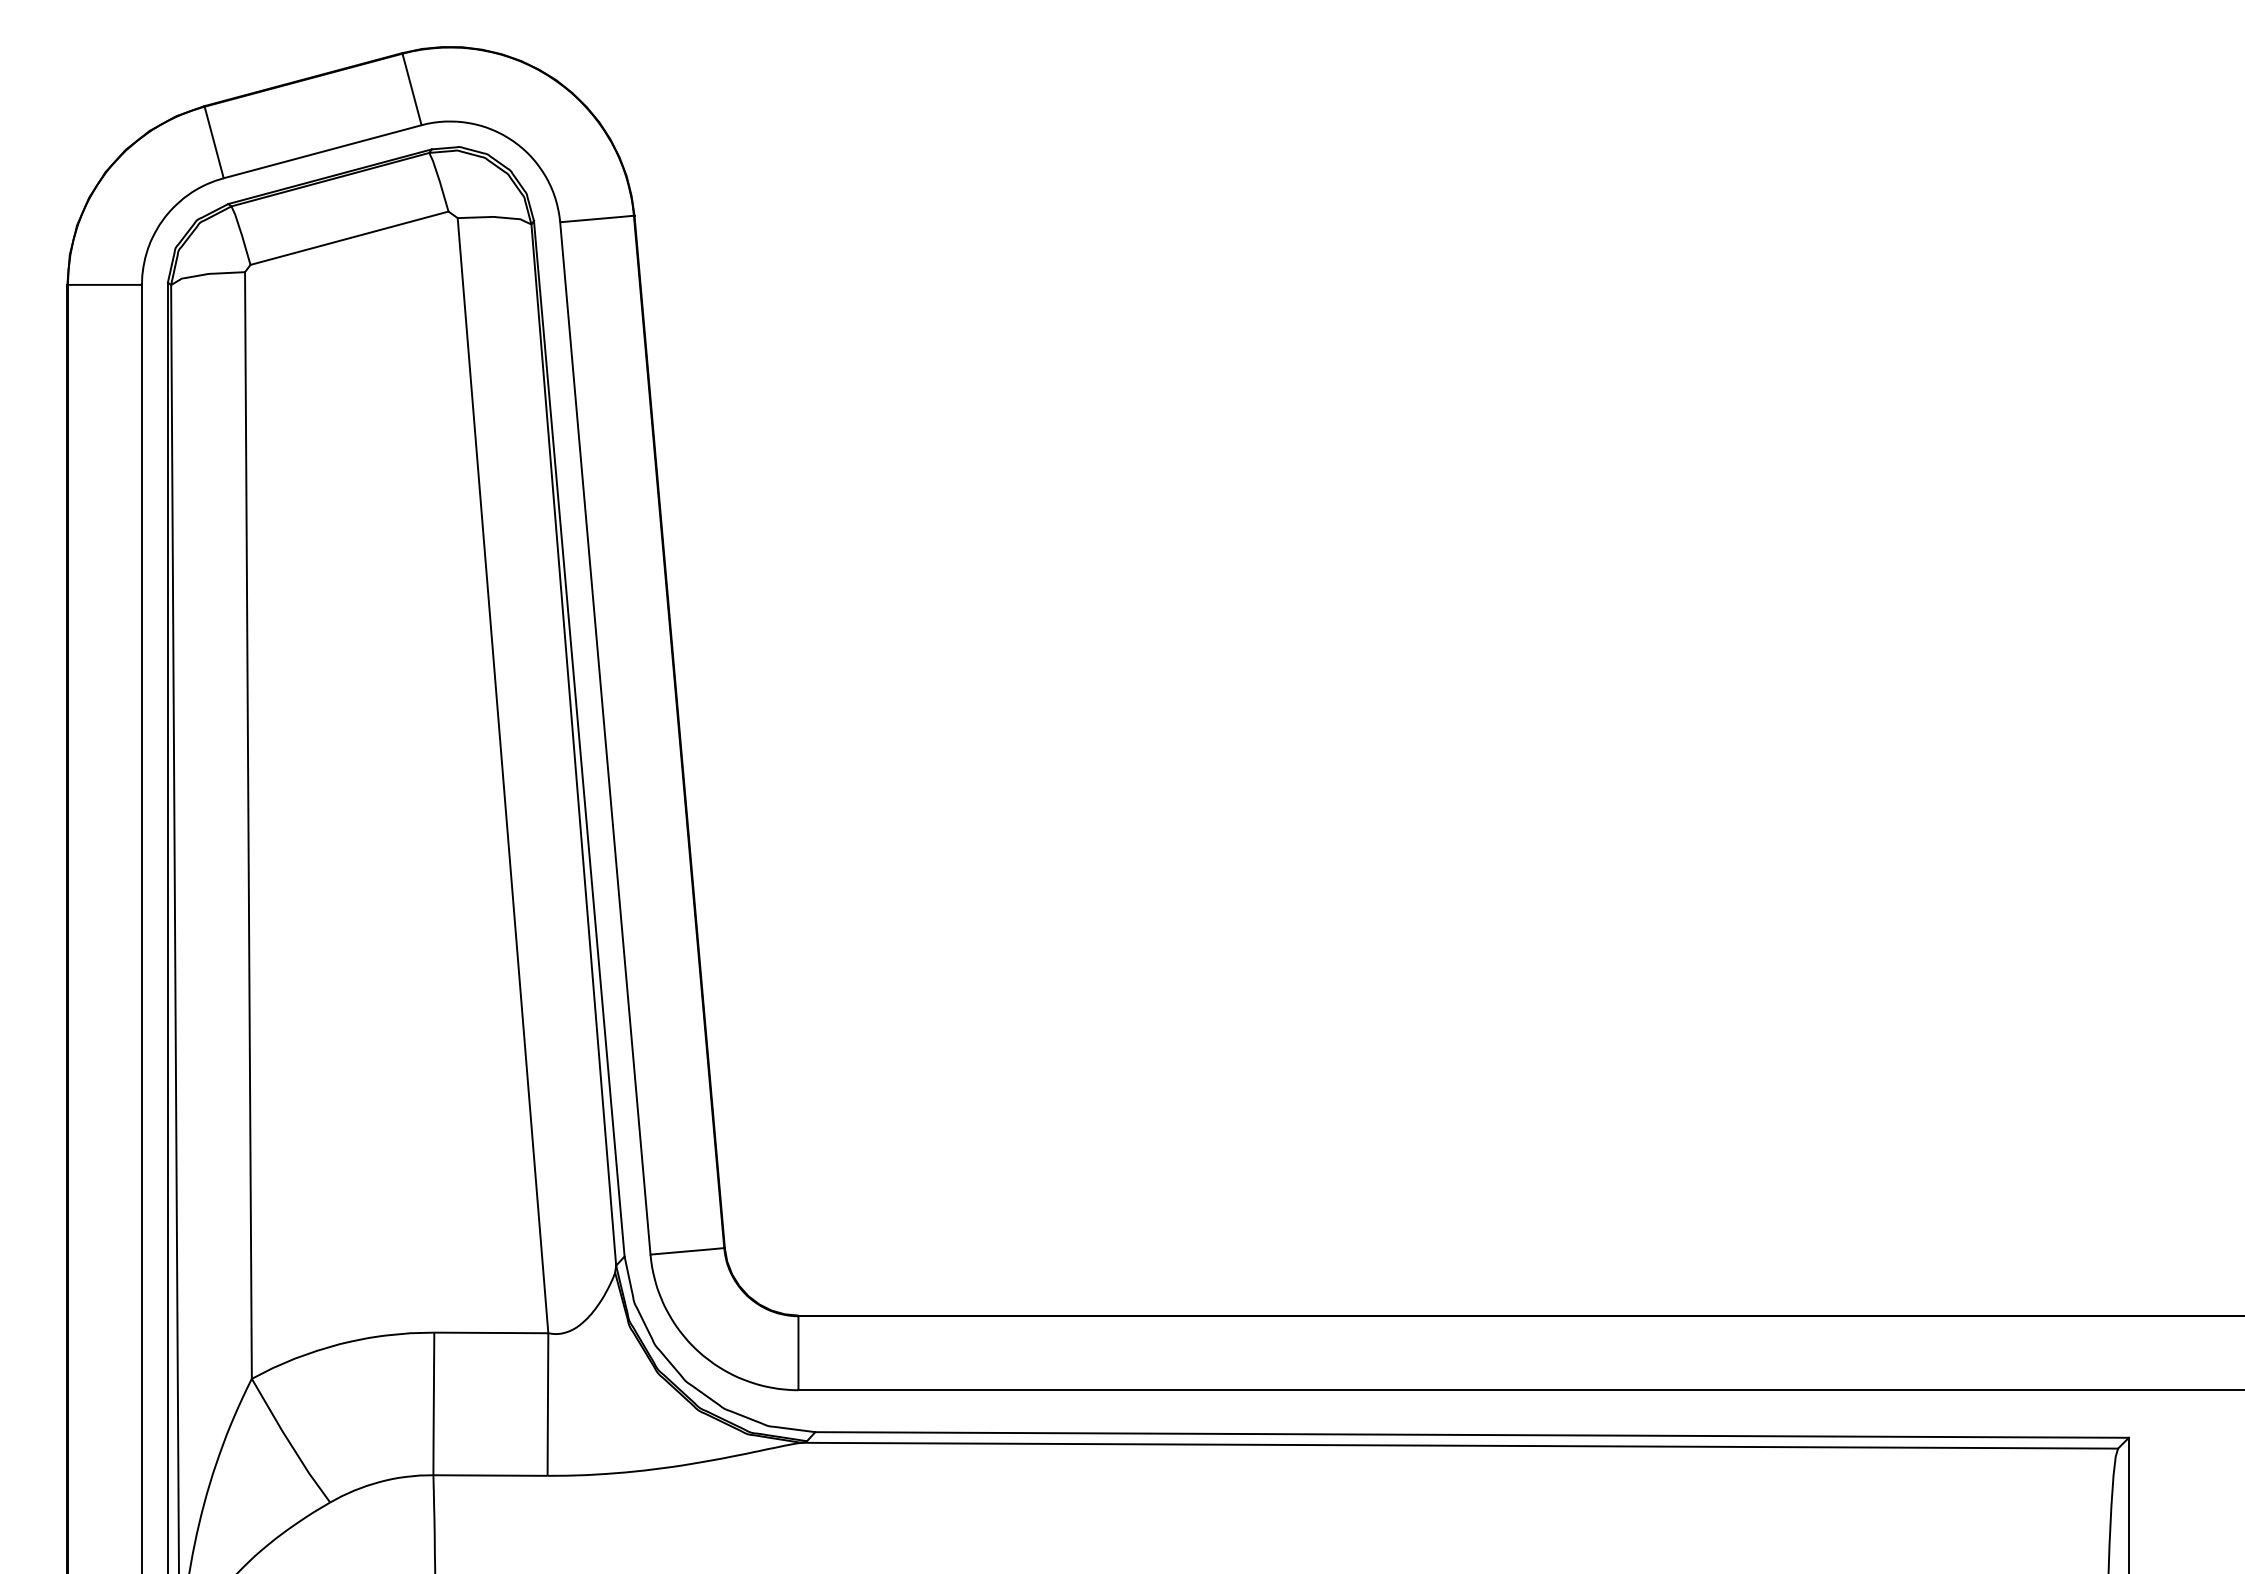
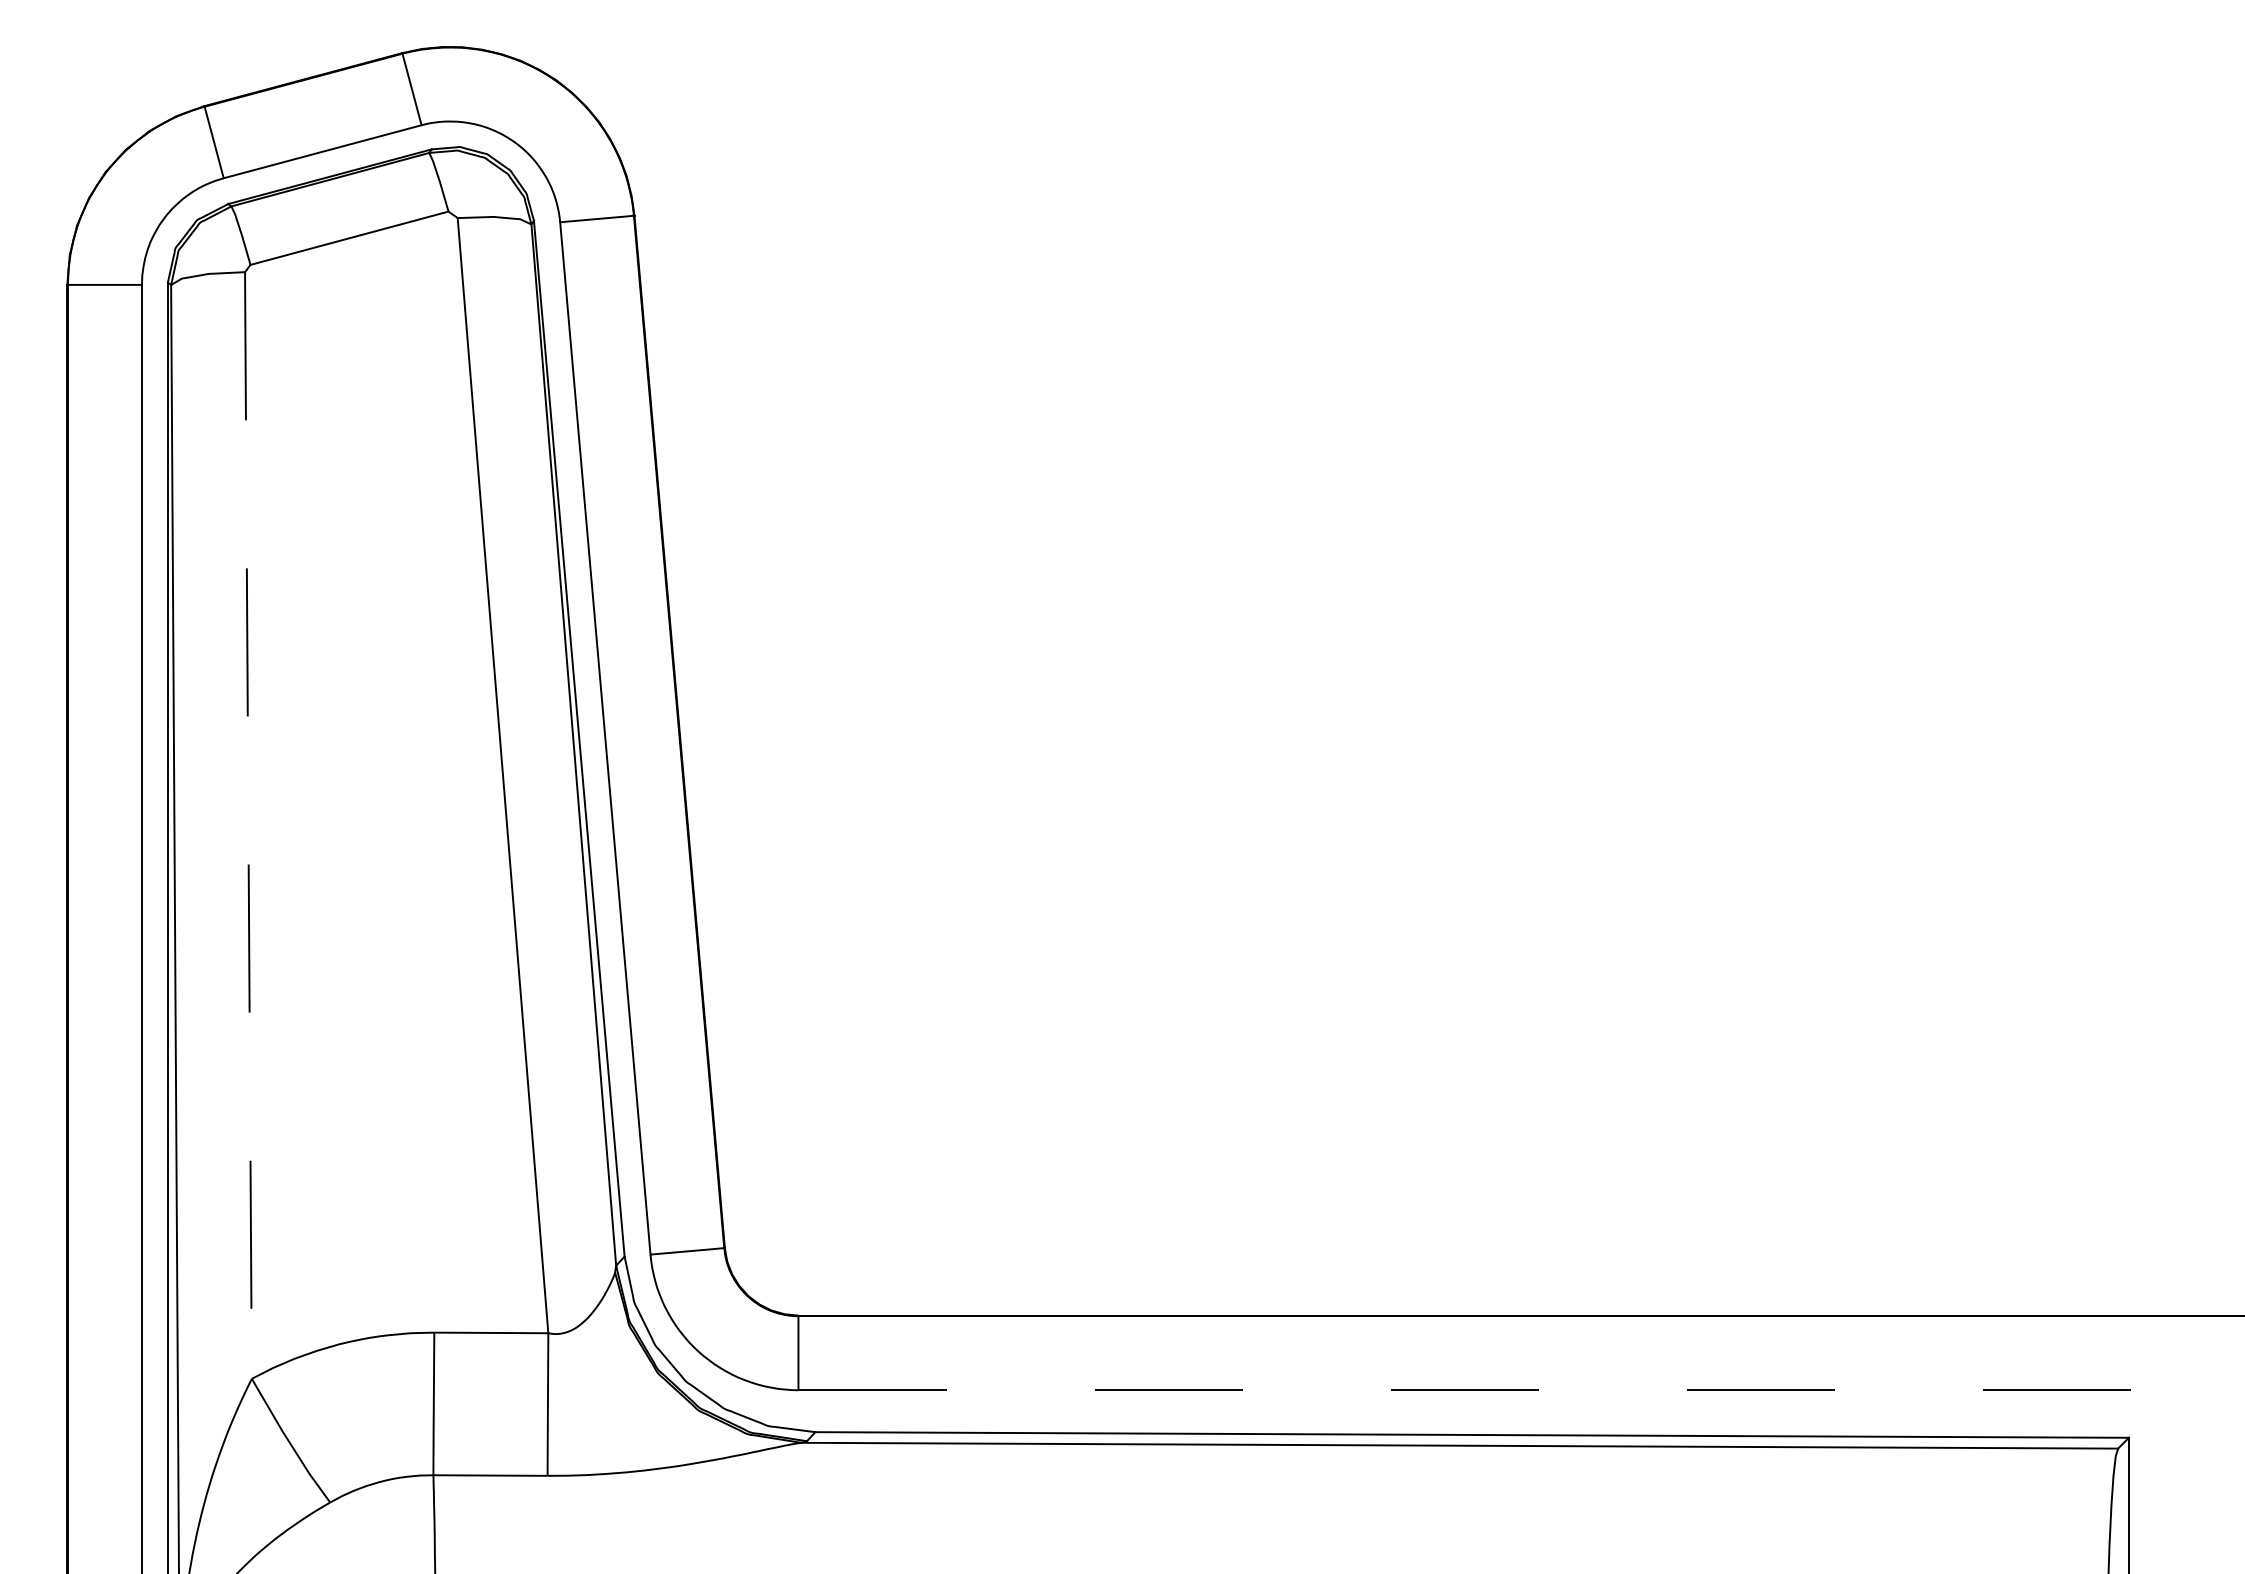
line at (248, 826): solid -> dashed
line at (1521, 1390): solid -> dashed
